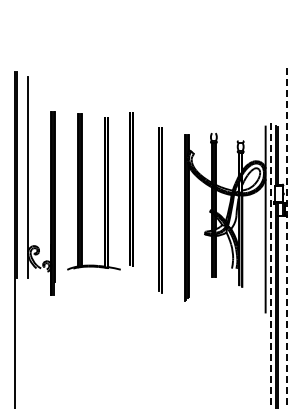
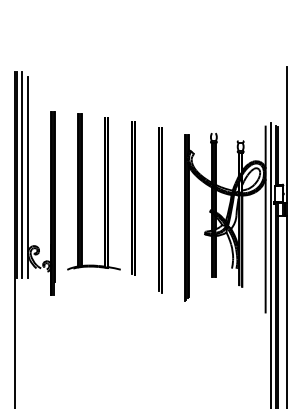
line at (21, 174): none -> present
line at (130, 189) position: (130, 189) -> (132, 198)
line at (286, 237): dashed -> solid
line at (270, 266): dashed -> solid
